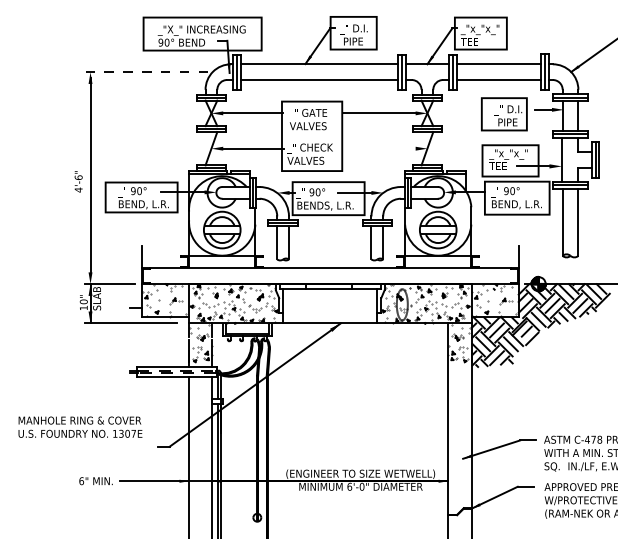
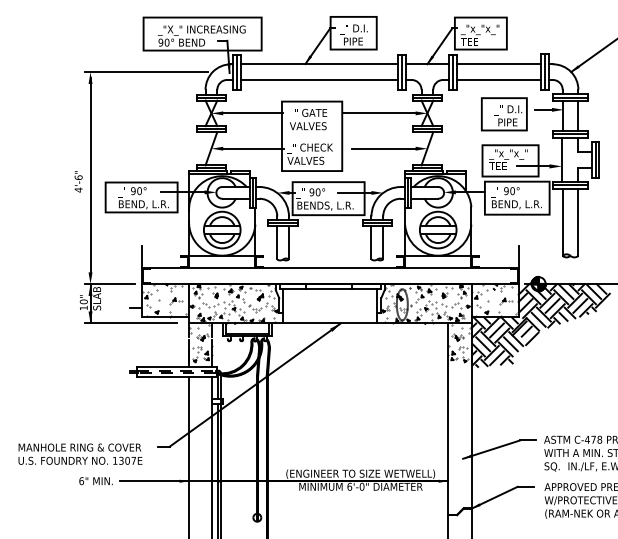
line at (146, 72): dashed -> solid
line at (383, 148): none -> present
text at (80, 426) position: (80, 426) -> (80, 453)
